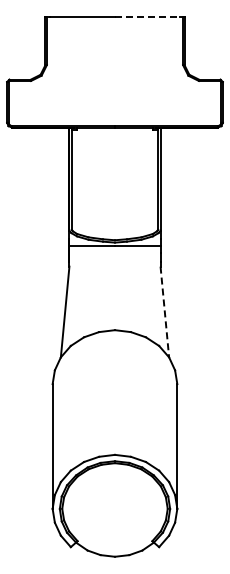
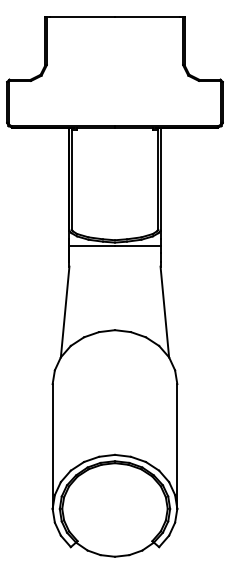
line at (147, 17): dashed -> solid
line at (164, 312): dashed -> solid
